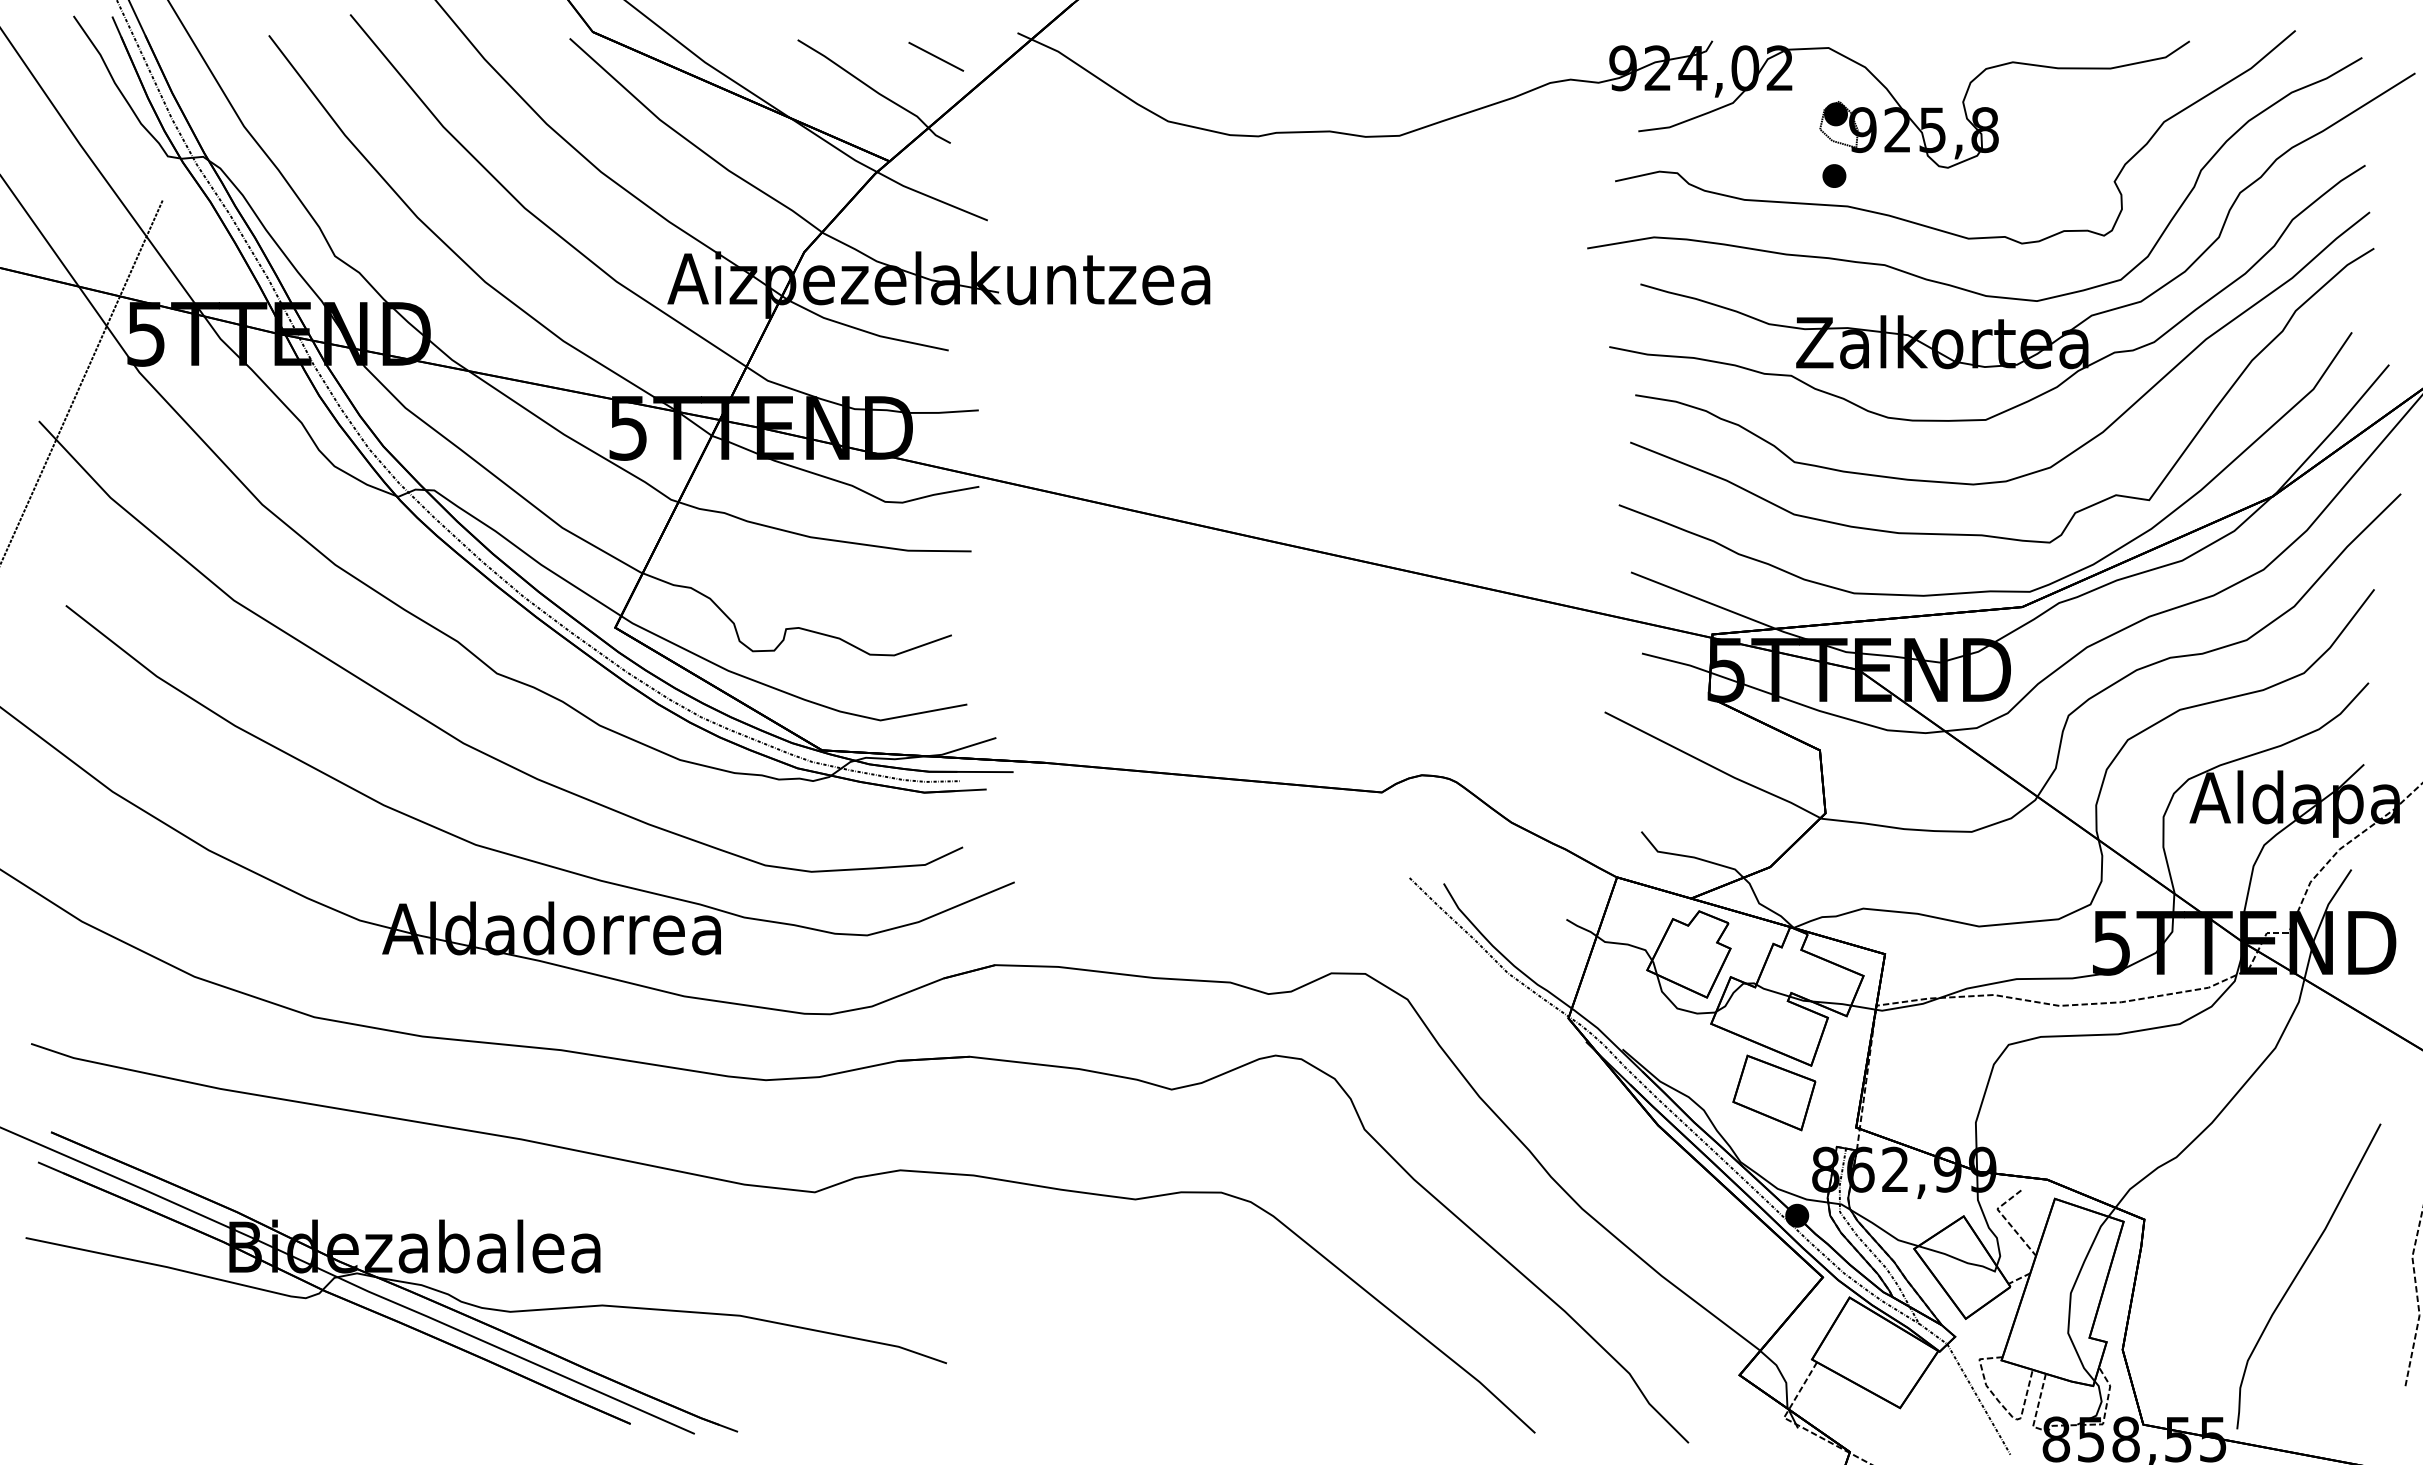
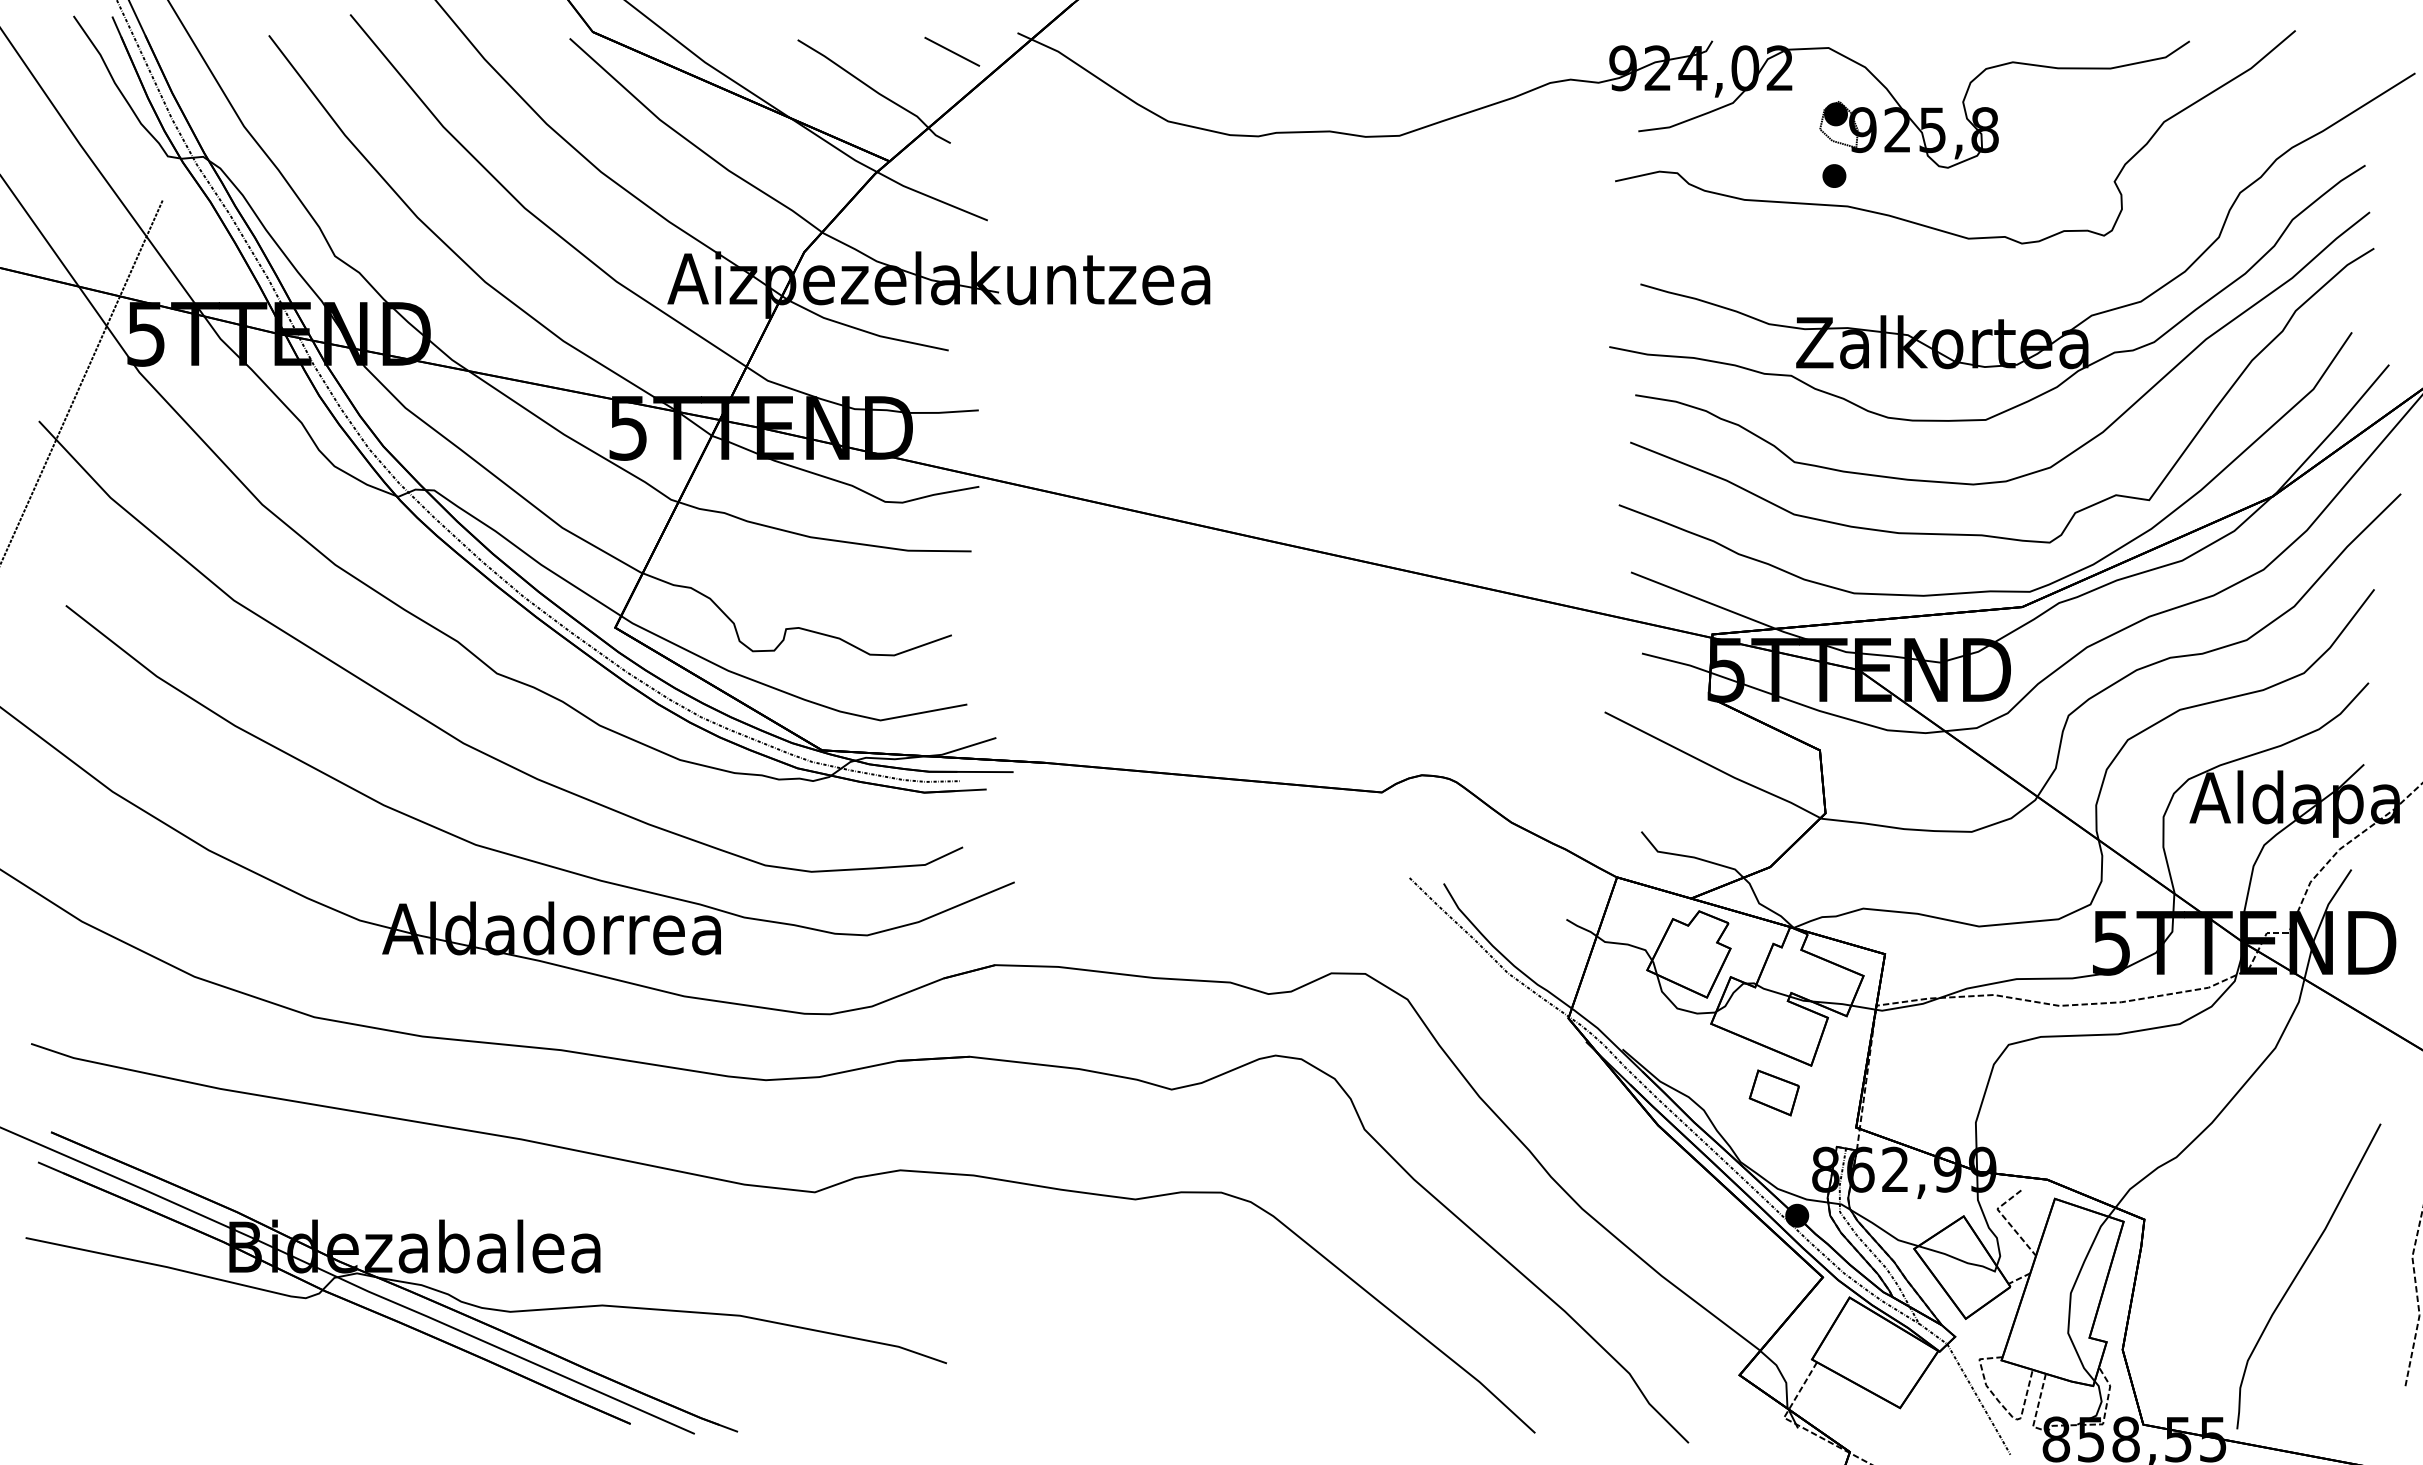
line at (936, 56) position: (936, 56) -> (952, 51)
part at (1947, 283): present -> none
part at (1774, 1092) size: 85x78 px -> 52x48 px
